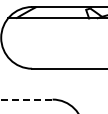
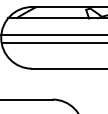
line at (53, 34): none -> present
line at (53, 43): none -> present
line at (26, 99): dashed -> solid
